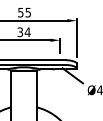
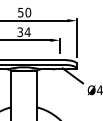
text at (28, 12): 55 -> 50
